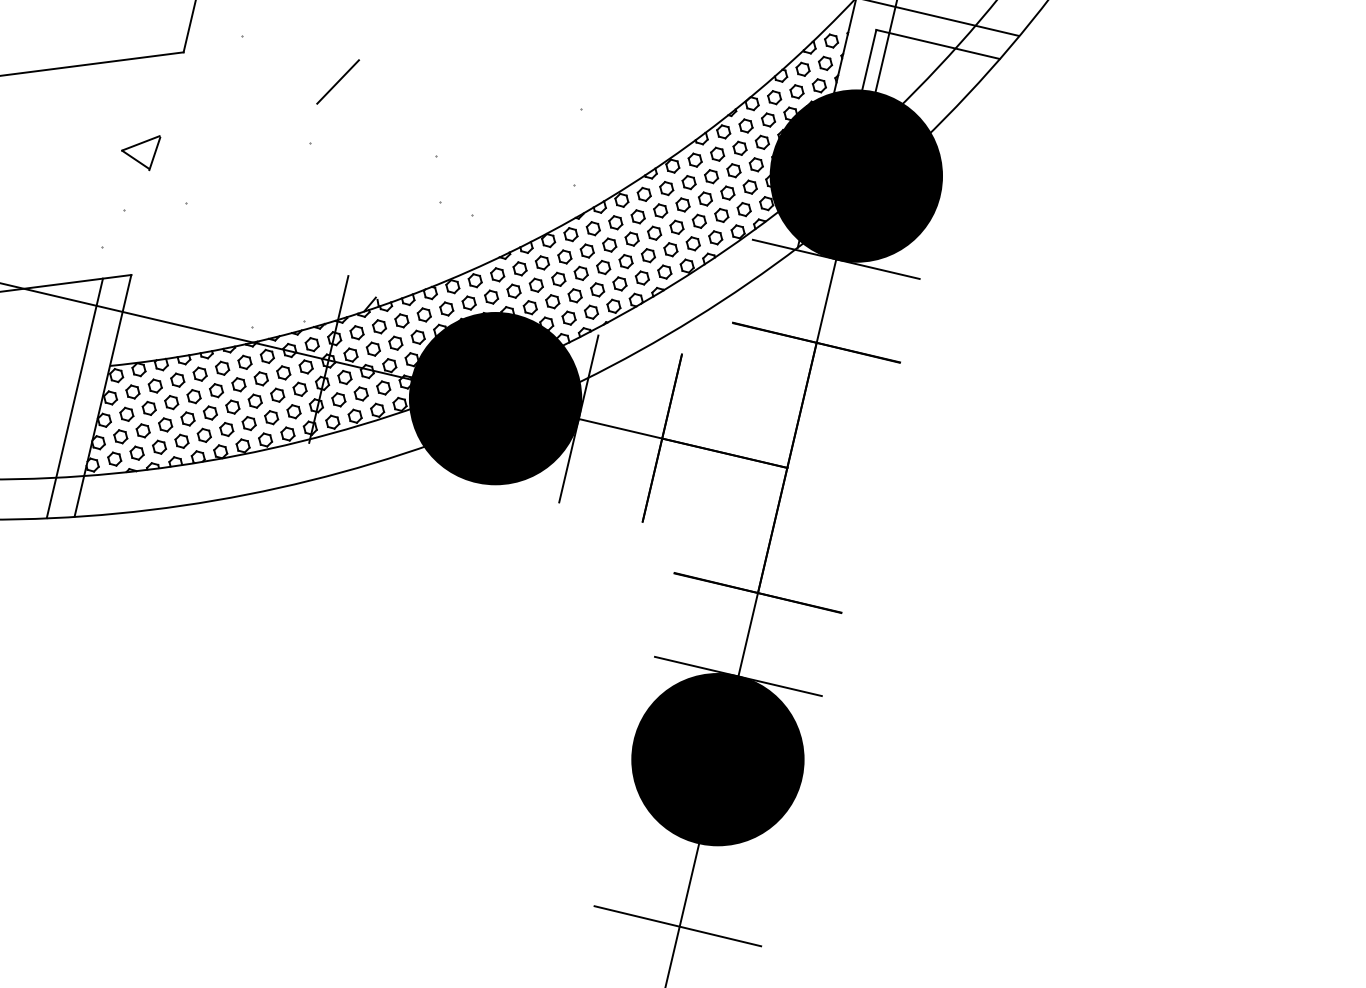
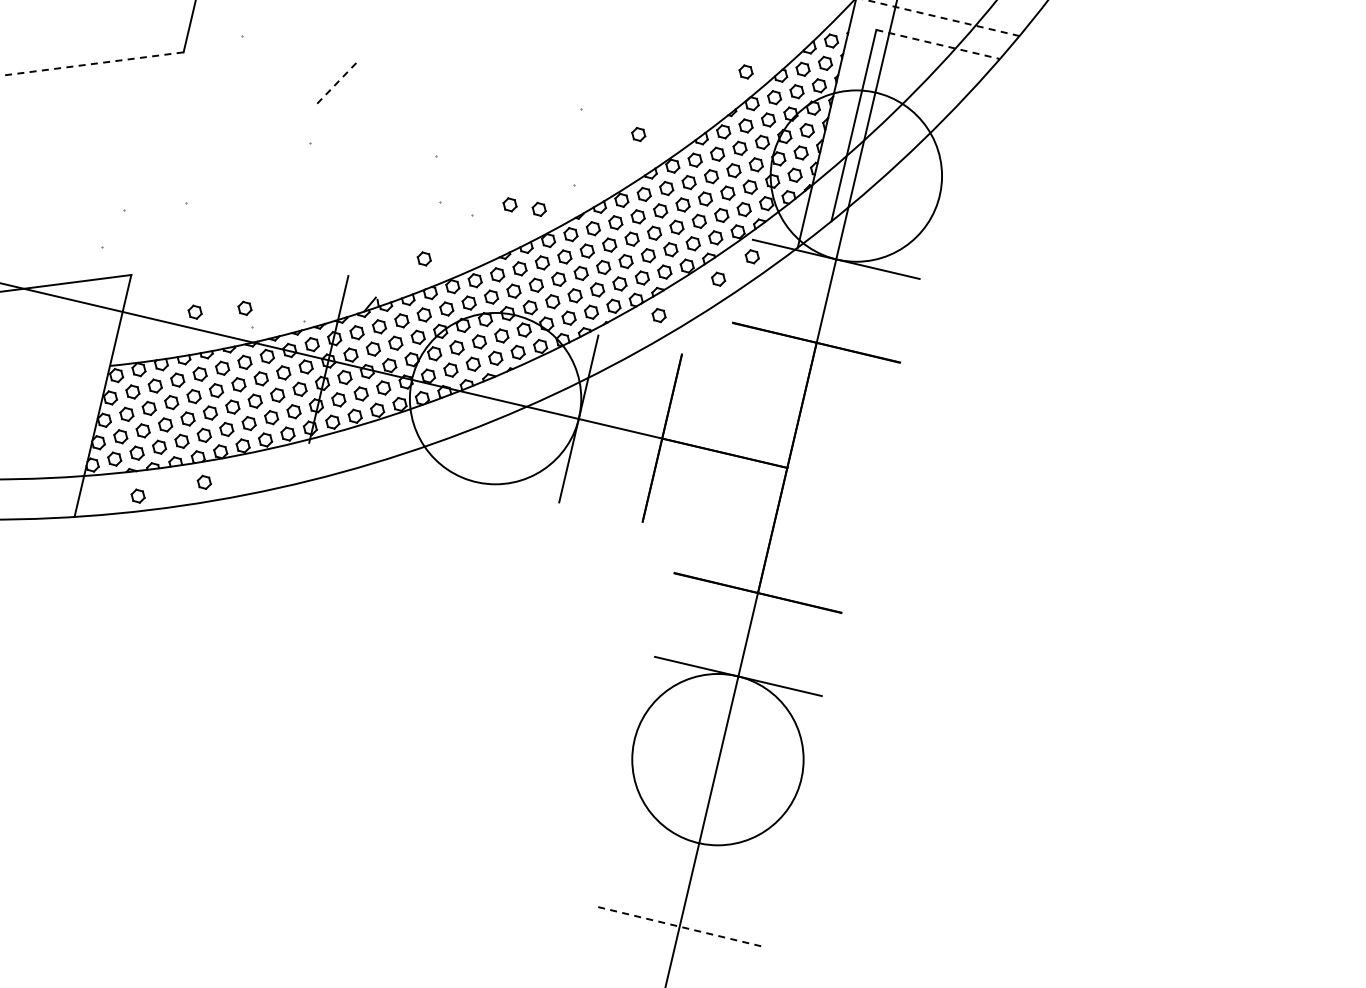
line at (942, 18): solid -> dashed
line at (938, 44): solid -> dashed
line at (91, 64): solid -> dashed
part at (745, 71): none -> present
line at (338, 81): solid -> dashed
part at (638, 134): none -> present
part at (141, 153): present -> none
fill at (856, 175): present -> none
part at (509, 204): none -> present
part at (538, 208): none -> present
part at (751, 256): none -> present
part at (423, 258): none -> present
part at (718, 278): none -> present
part at (244, 307): none -> present
part at (194, 311): none -> present
part at (658, 315): none -> present
line at (74, 398): present -> none
fill at (495, 398): present -> none
part at (203, 481): none -> present
part at (137, 495): none -> present
fill at (717, 759): present -> none
line at (677, 926): solid -> dashed
